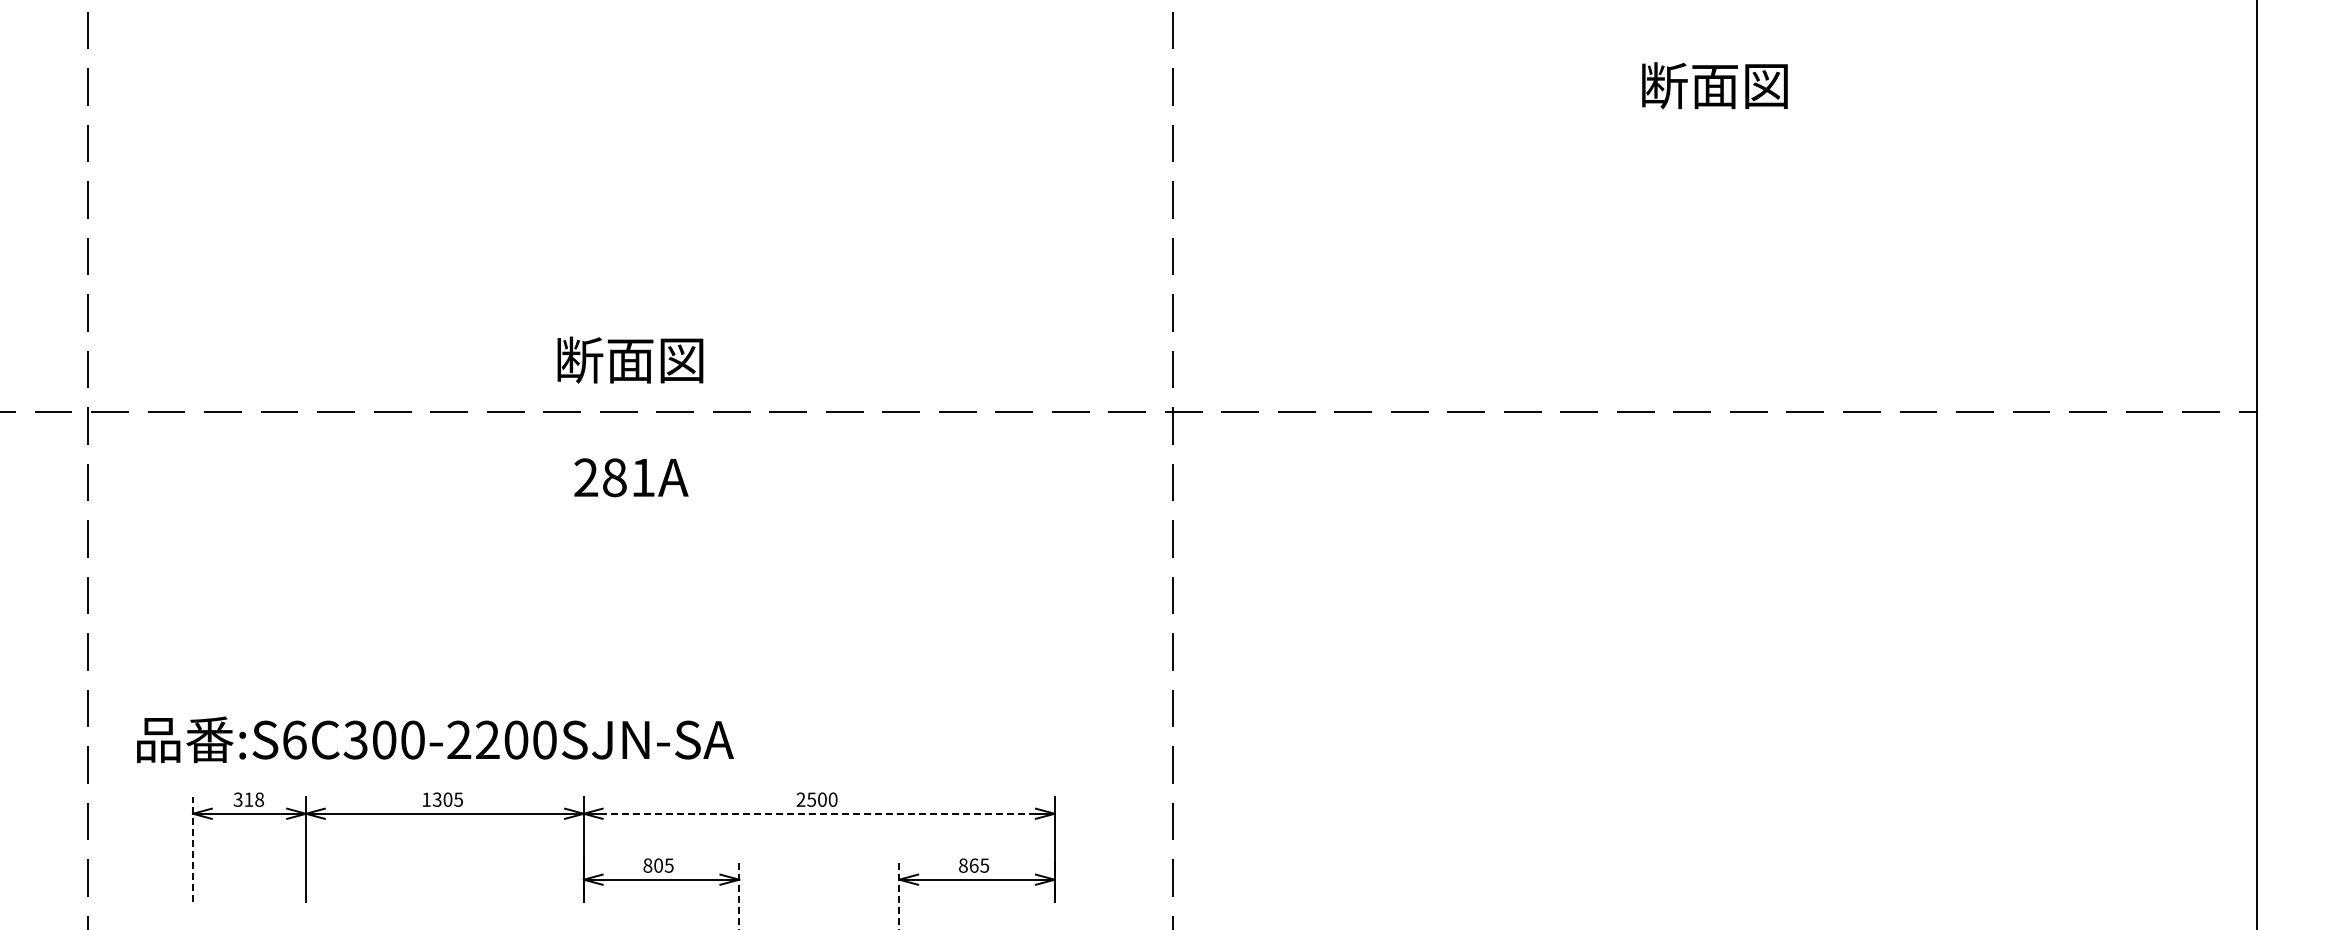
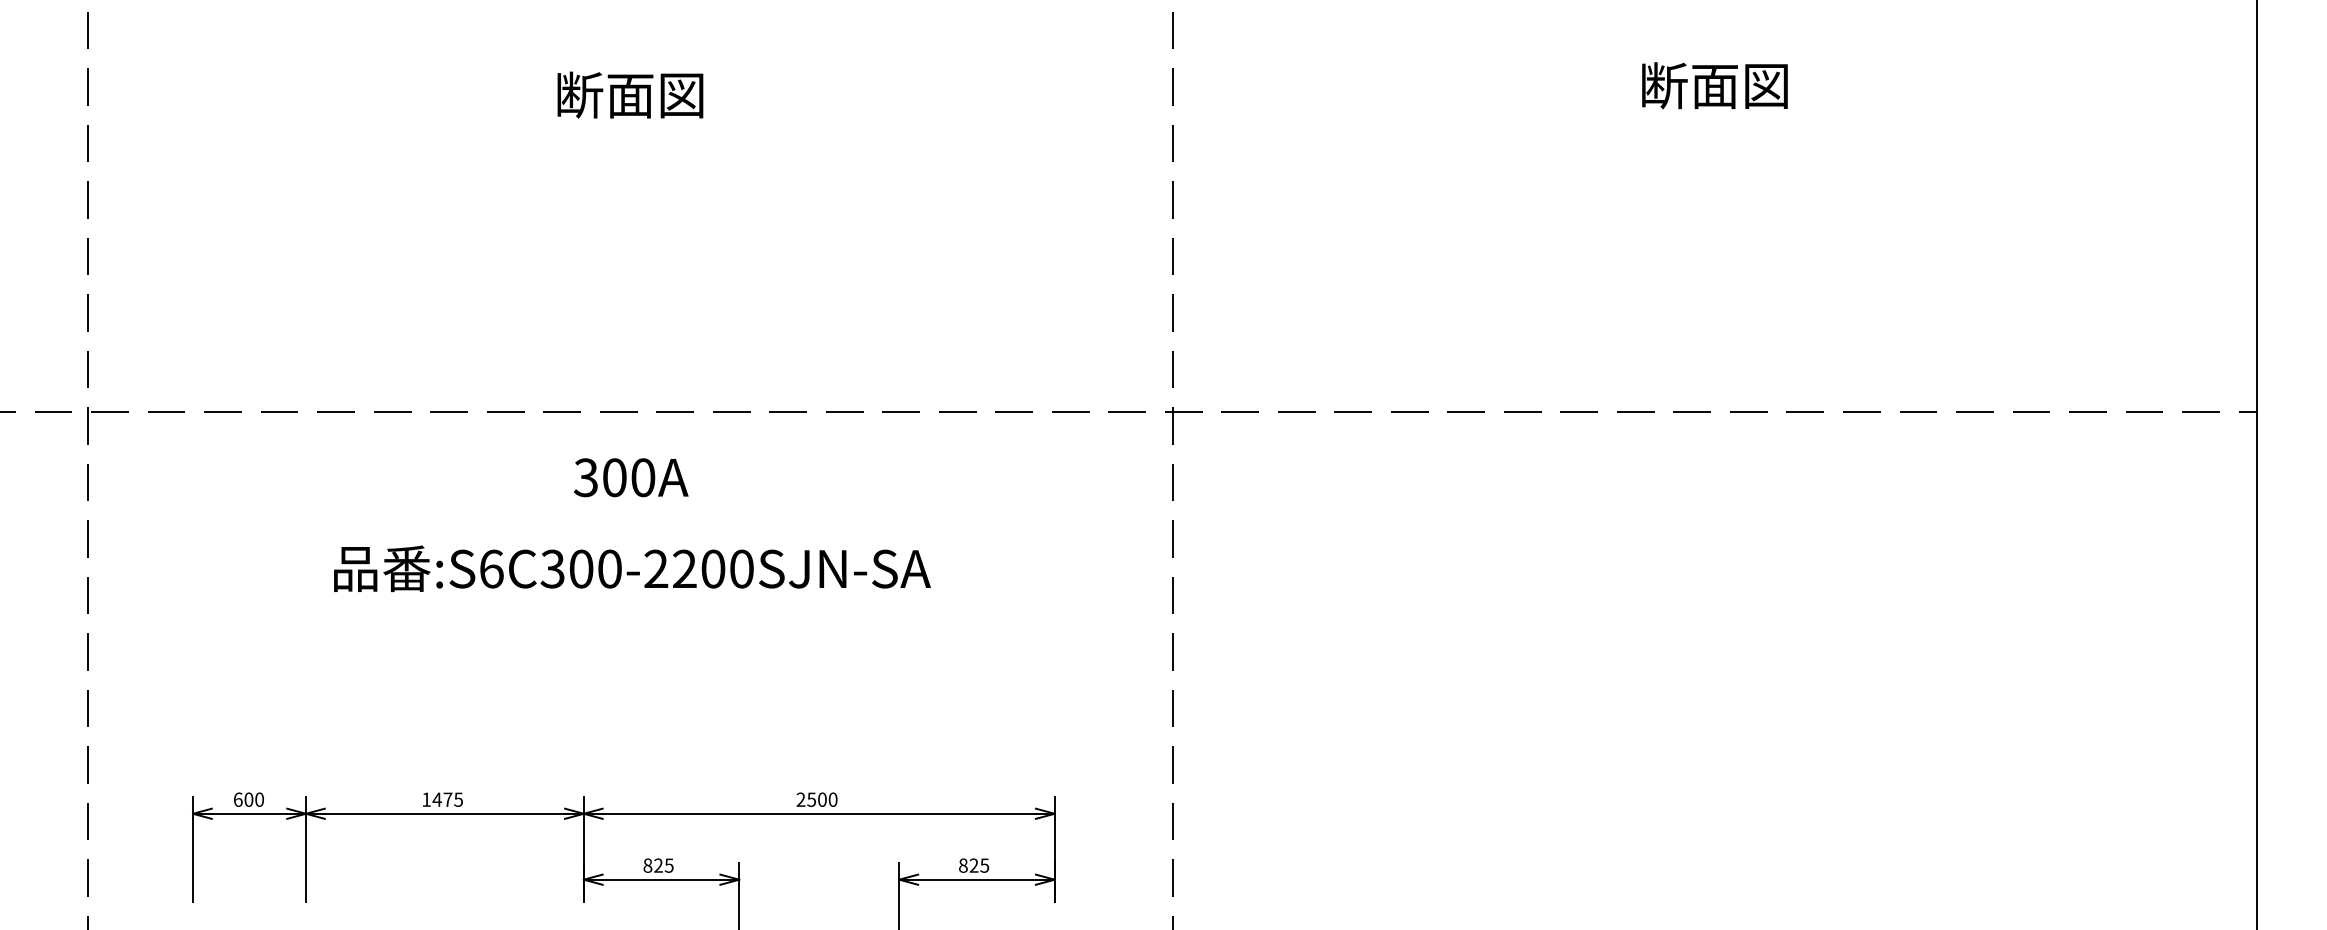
text at (630, 359) position: (630, 359) -> (630, 94)
text at (614, 477): 281A -> 300A
text at (435, 739) position: (435, 739) -> (632, 568)
text at (248, 799): 318 -> 600
text at (442, 799): 1305 -> 1475
line at (819, 813): dashed -> solid
line at (193, 848): dashed -> solid
text at (658, 865): 805 -> 825
text at (973, 865): 865 -> 825
line at (739, 895): dashed -> solid
line at (899, 895): dashed -> solid
